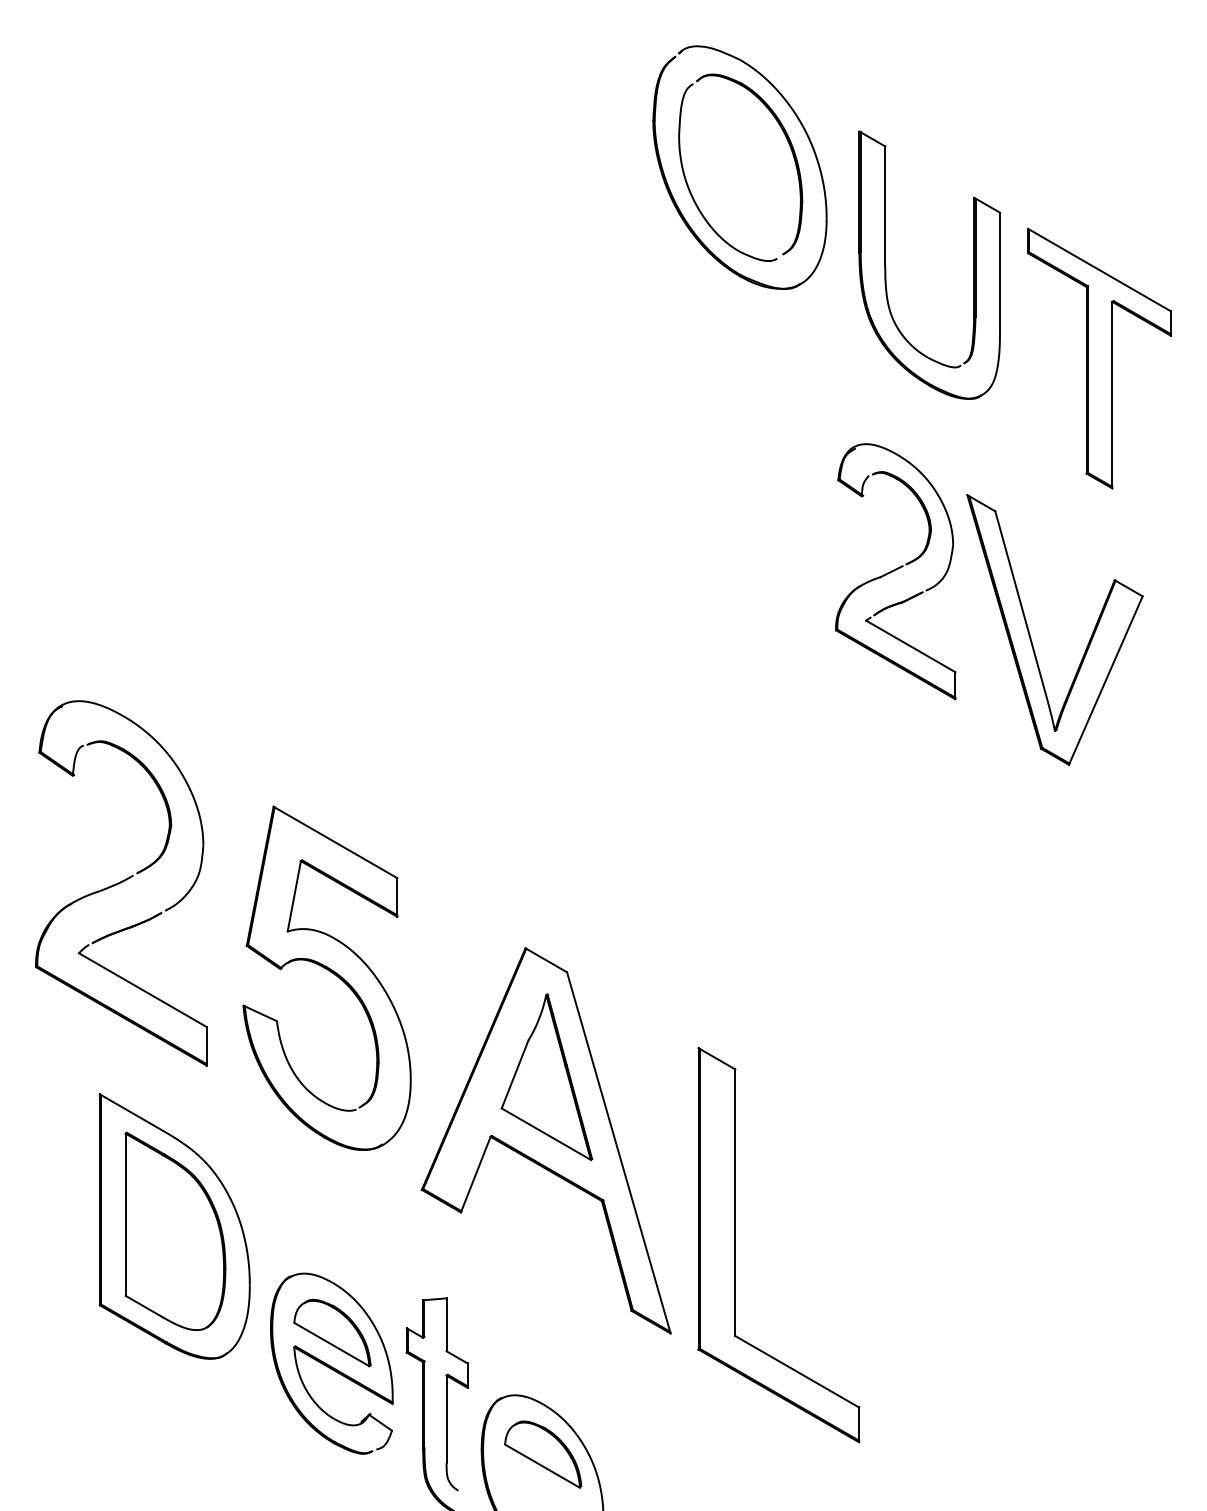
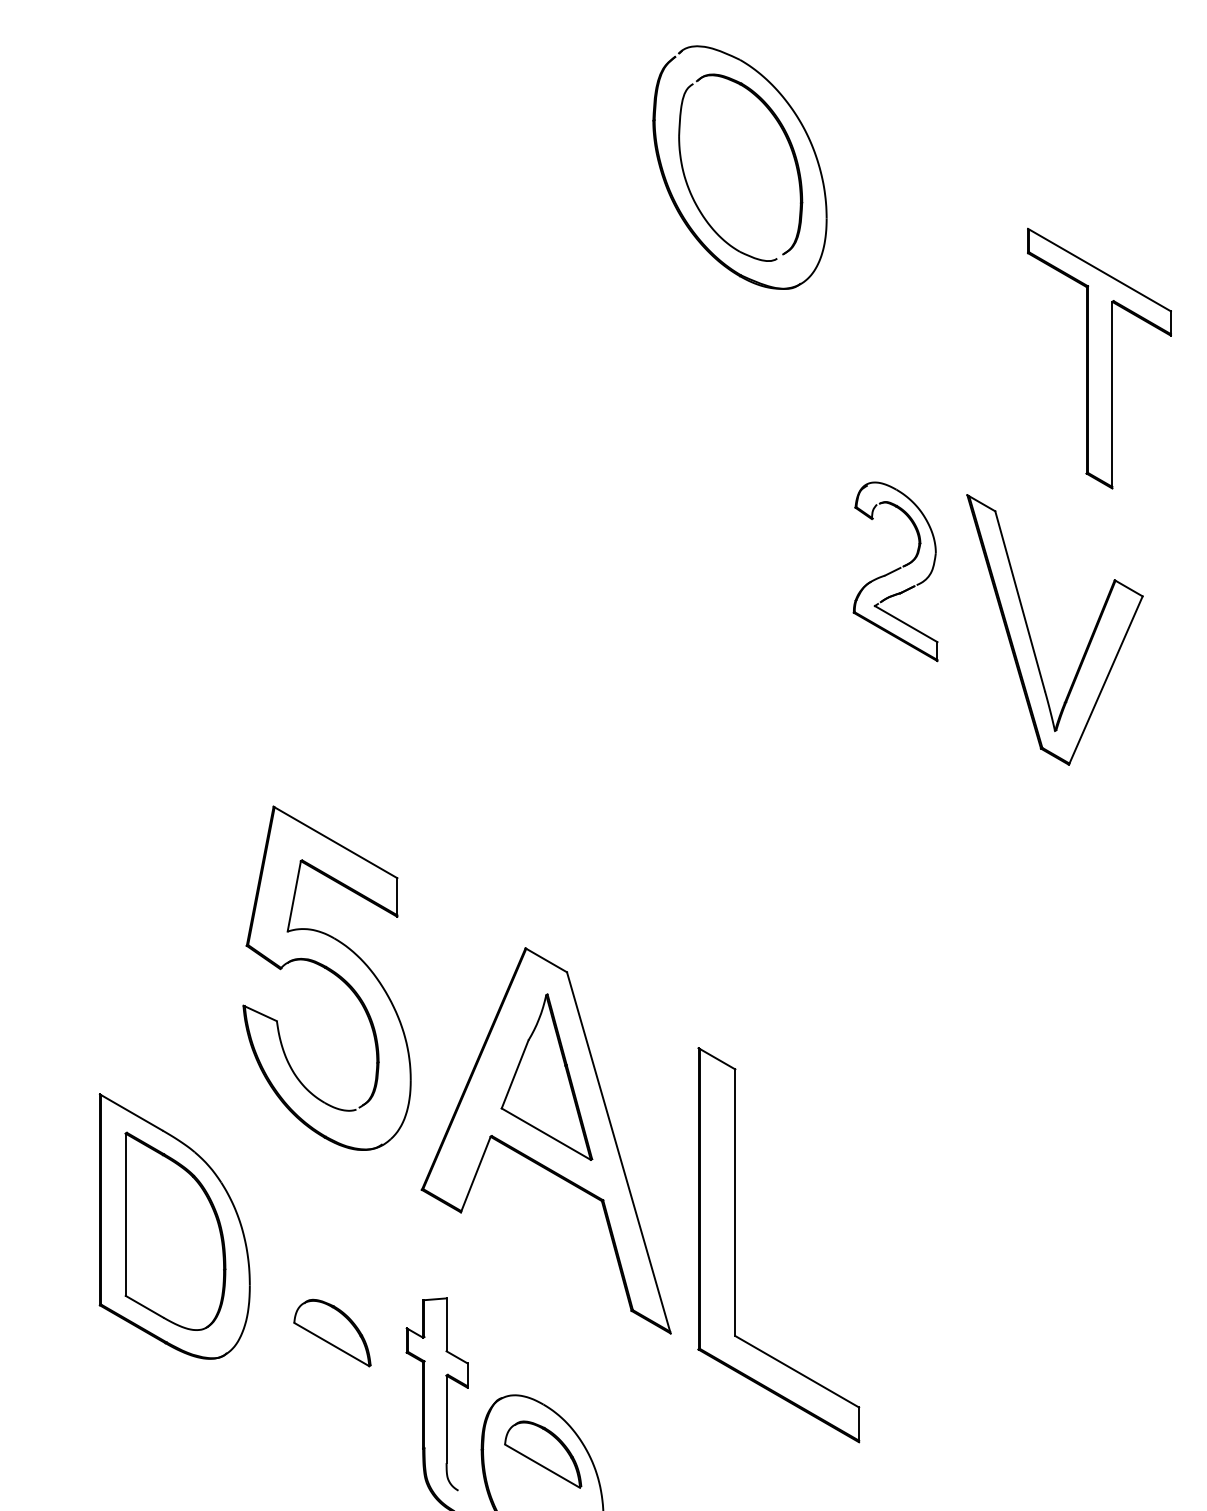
part at (886, 266): present -> none
part at (895, 571) size: 123x258 px -> 87x182 px
part at (121, 883): present -> none
part at (331, 1363): present -> none
